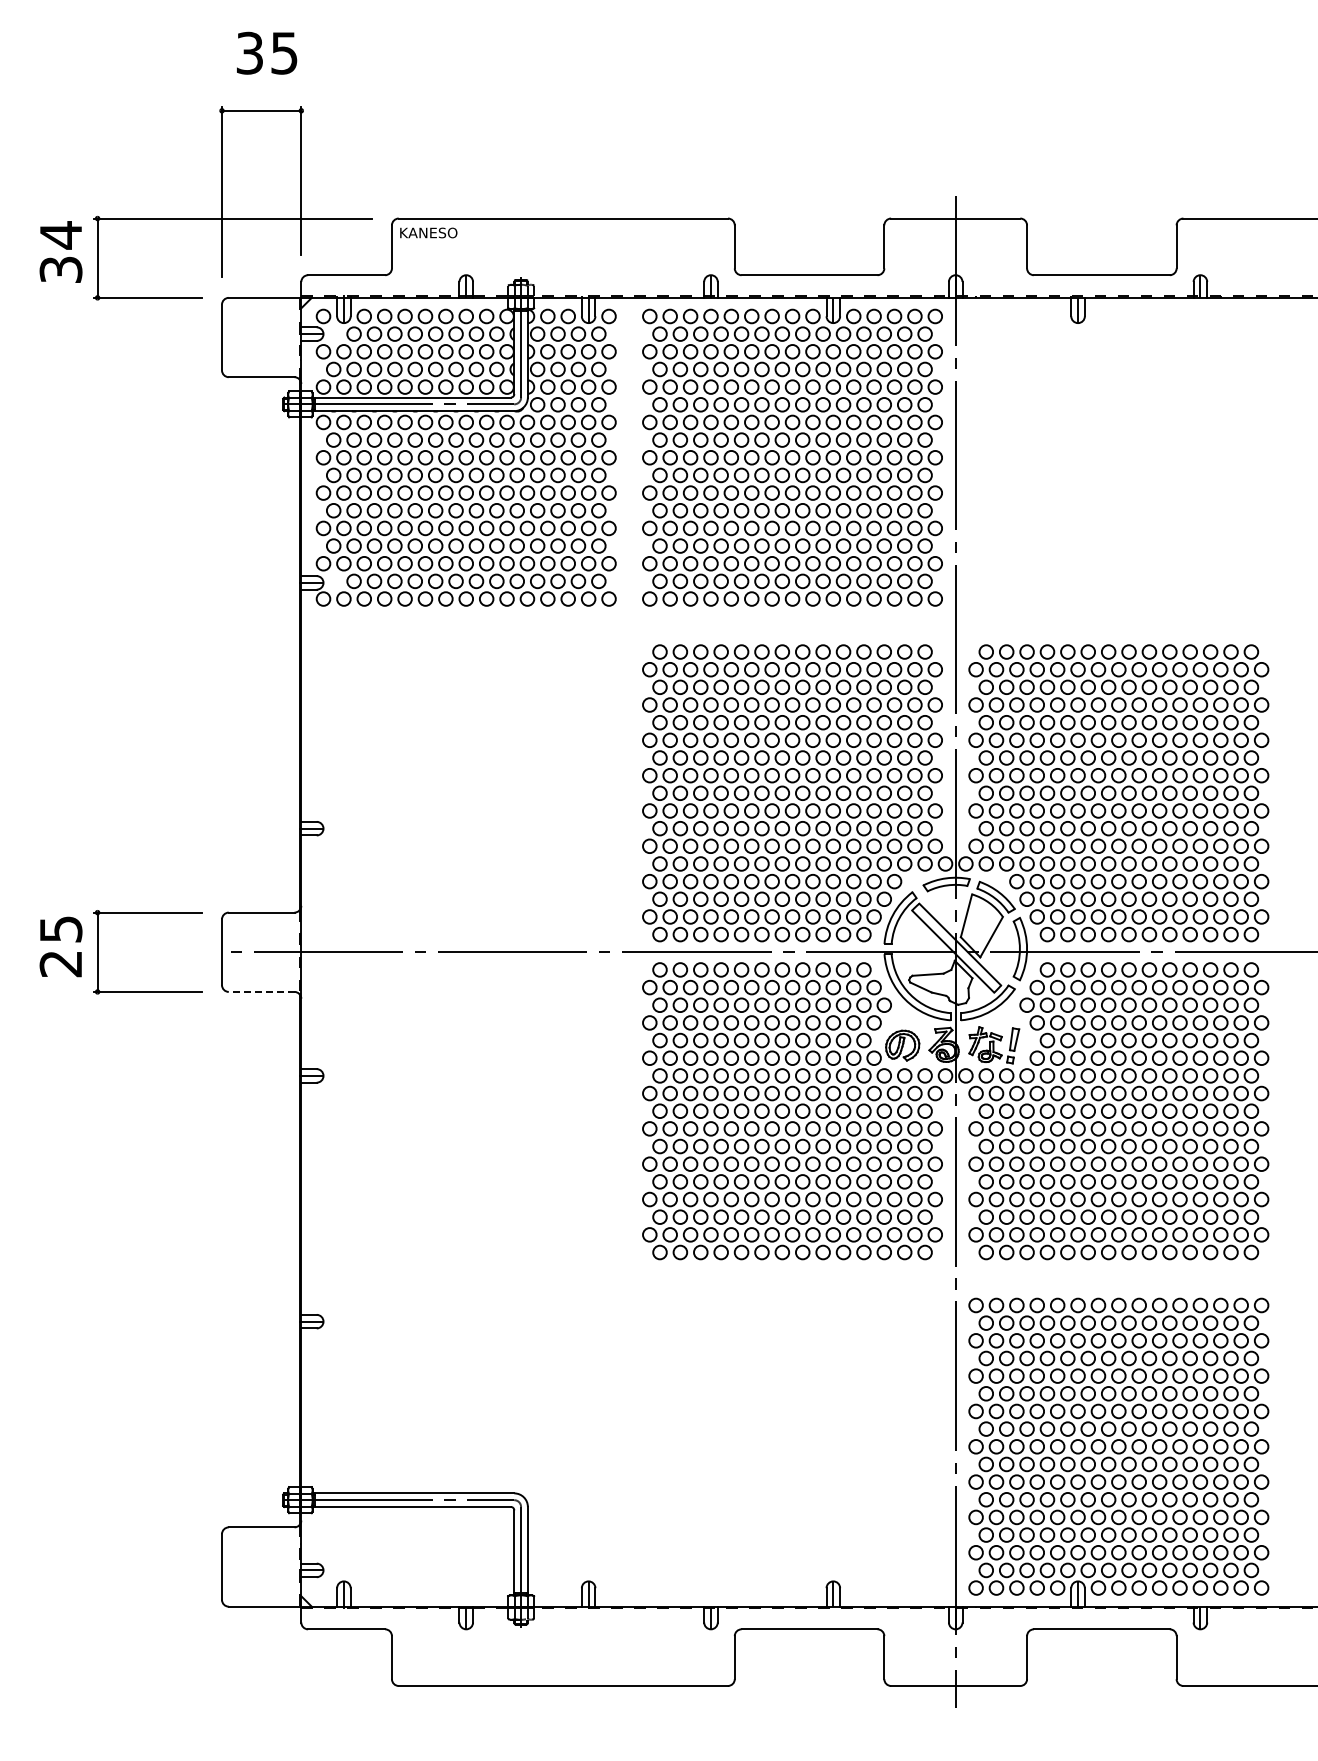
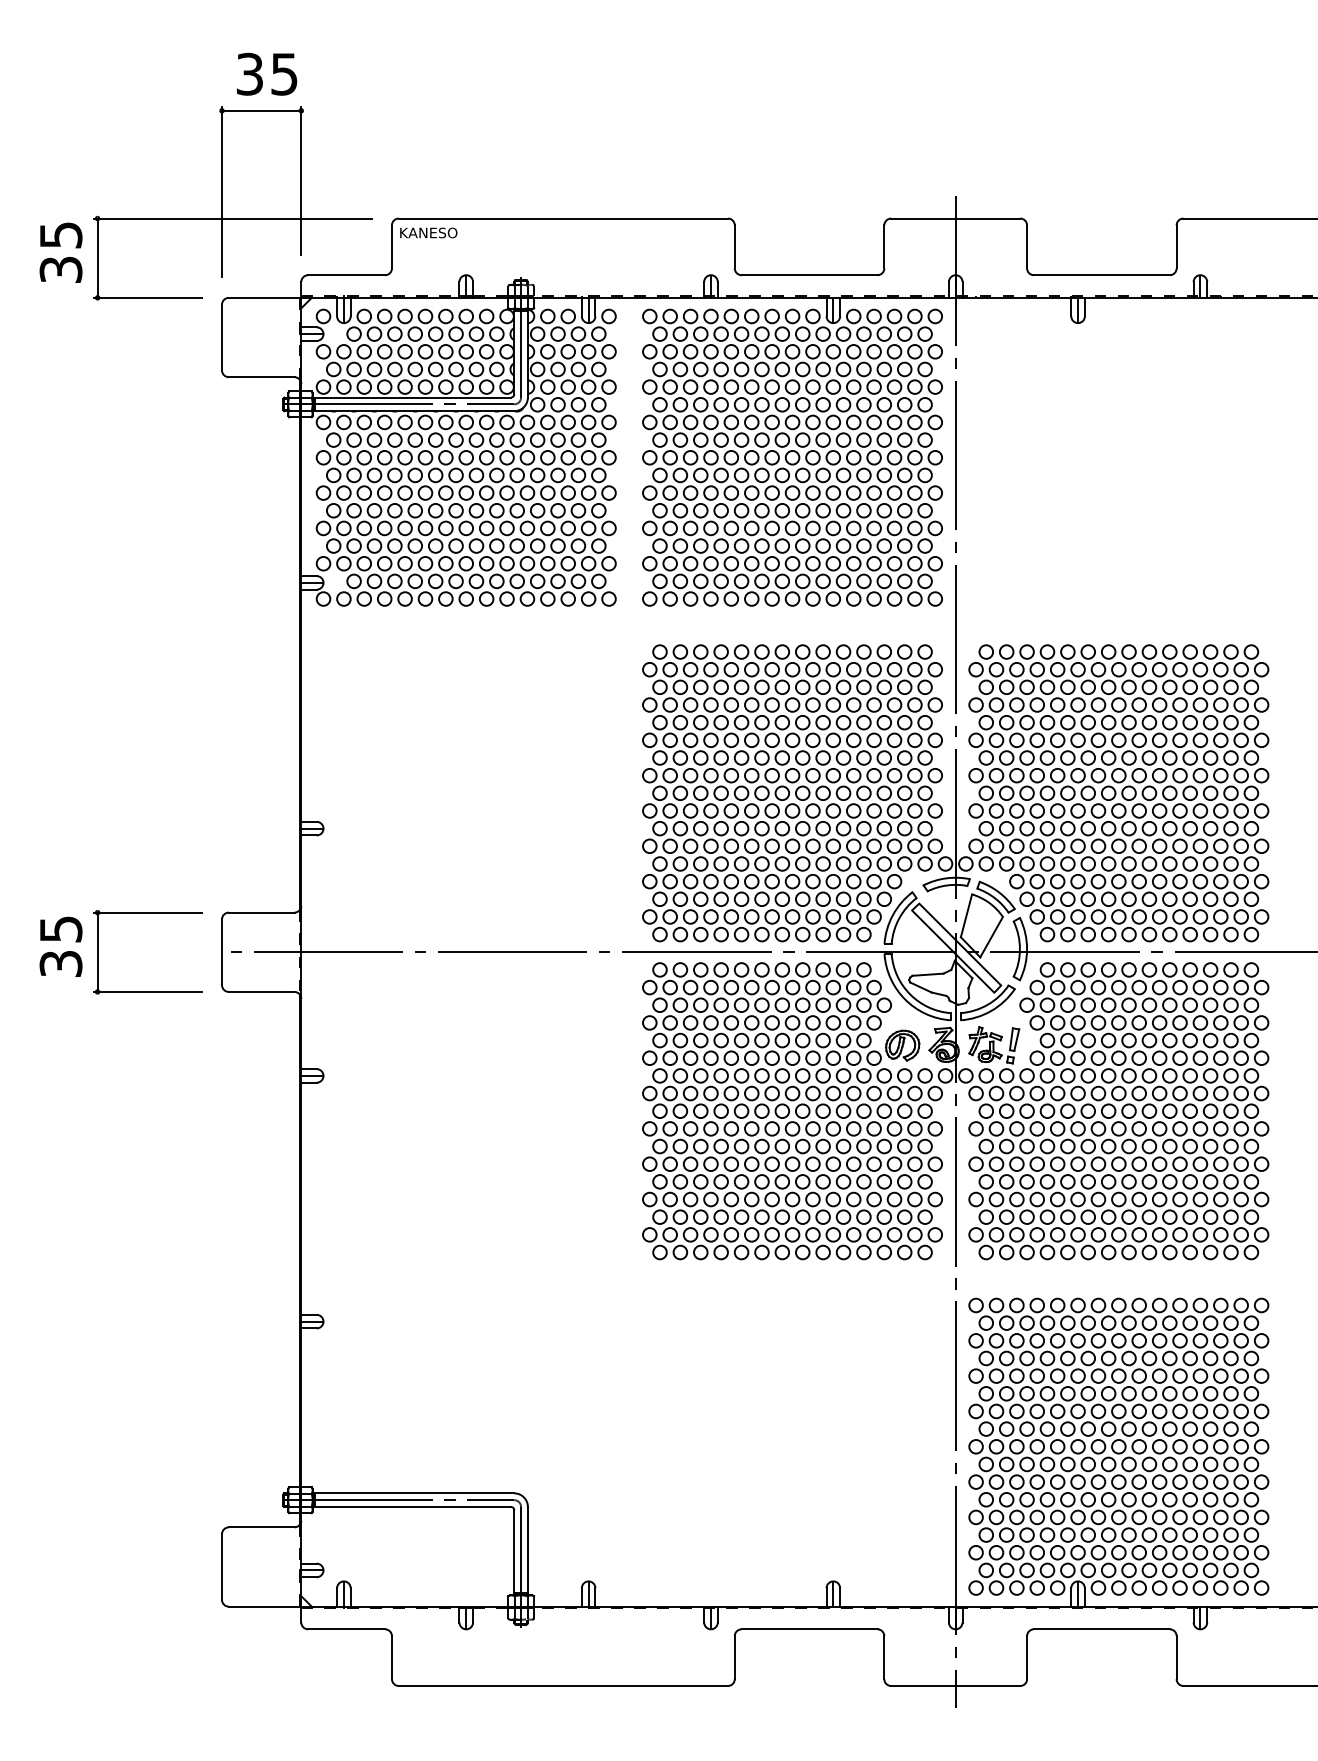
text at (267, 52) position: (267, 52) -> (267, 73)
text at (61, 235): 34 -> 35
text at (60, 964): 25 -> 35
line at (261, 991): dashed -> solid
